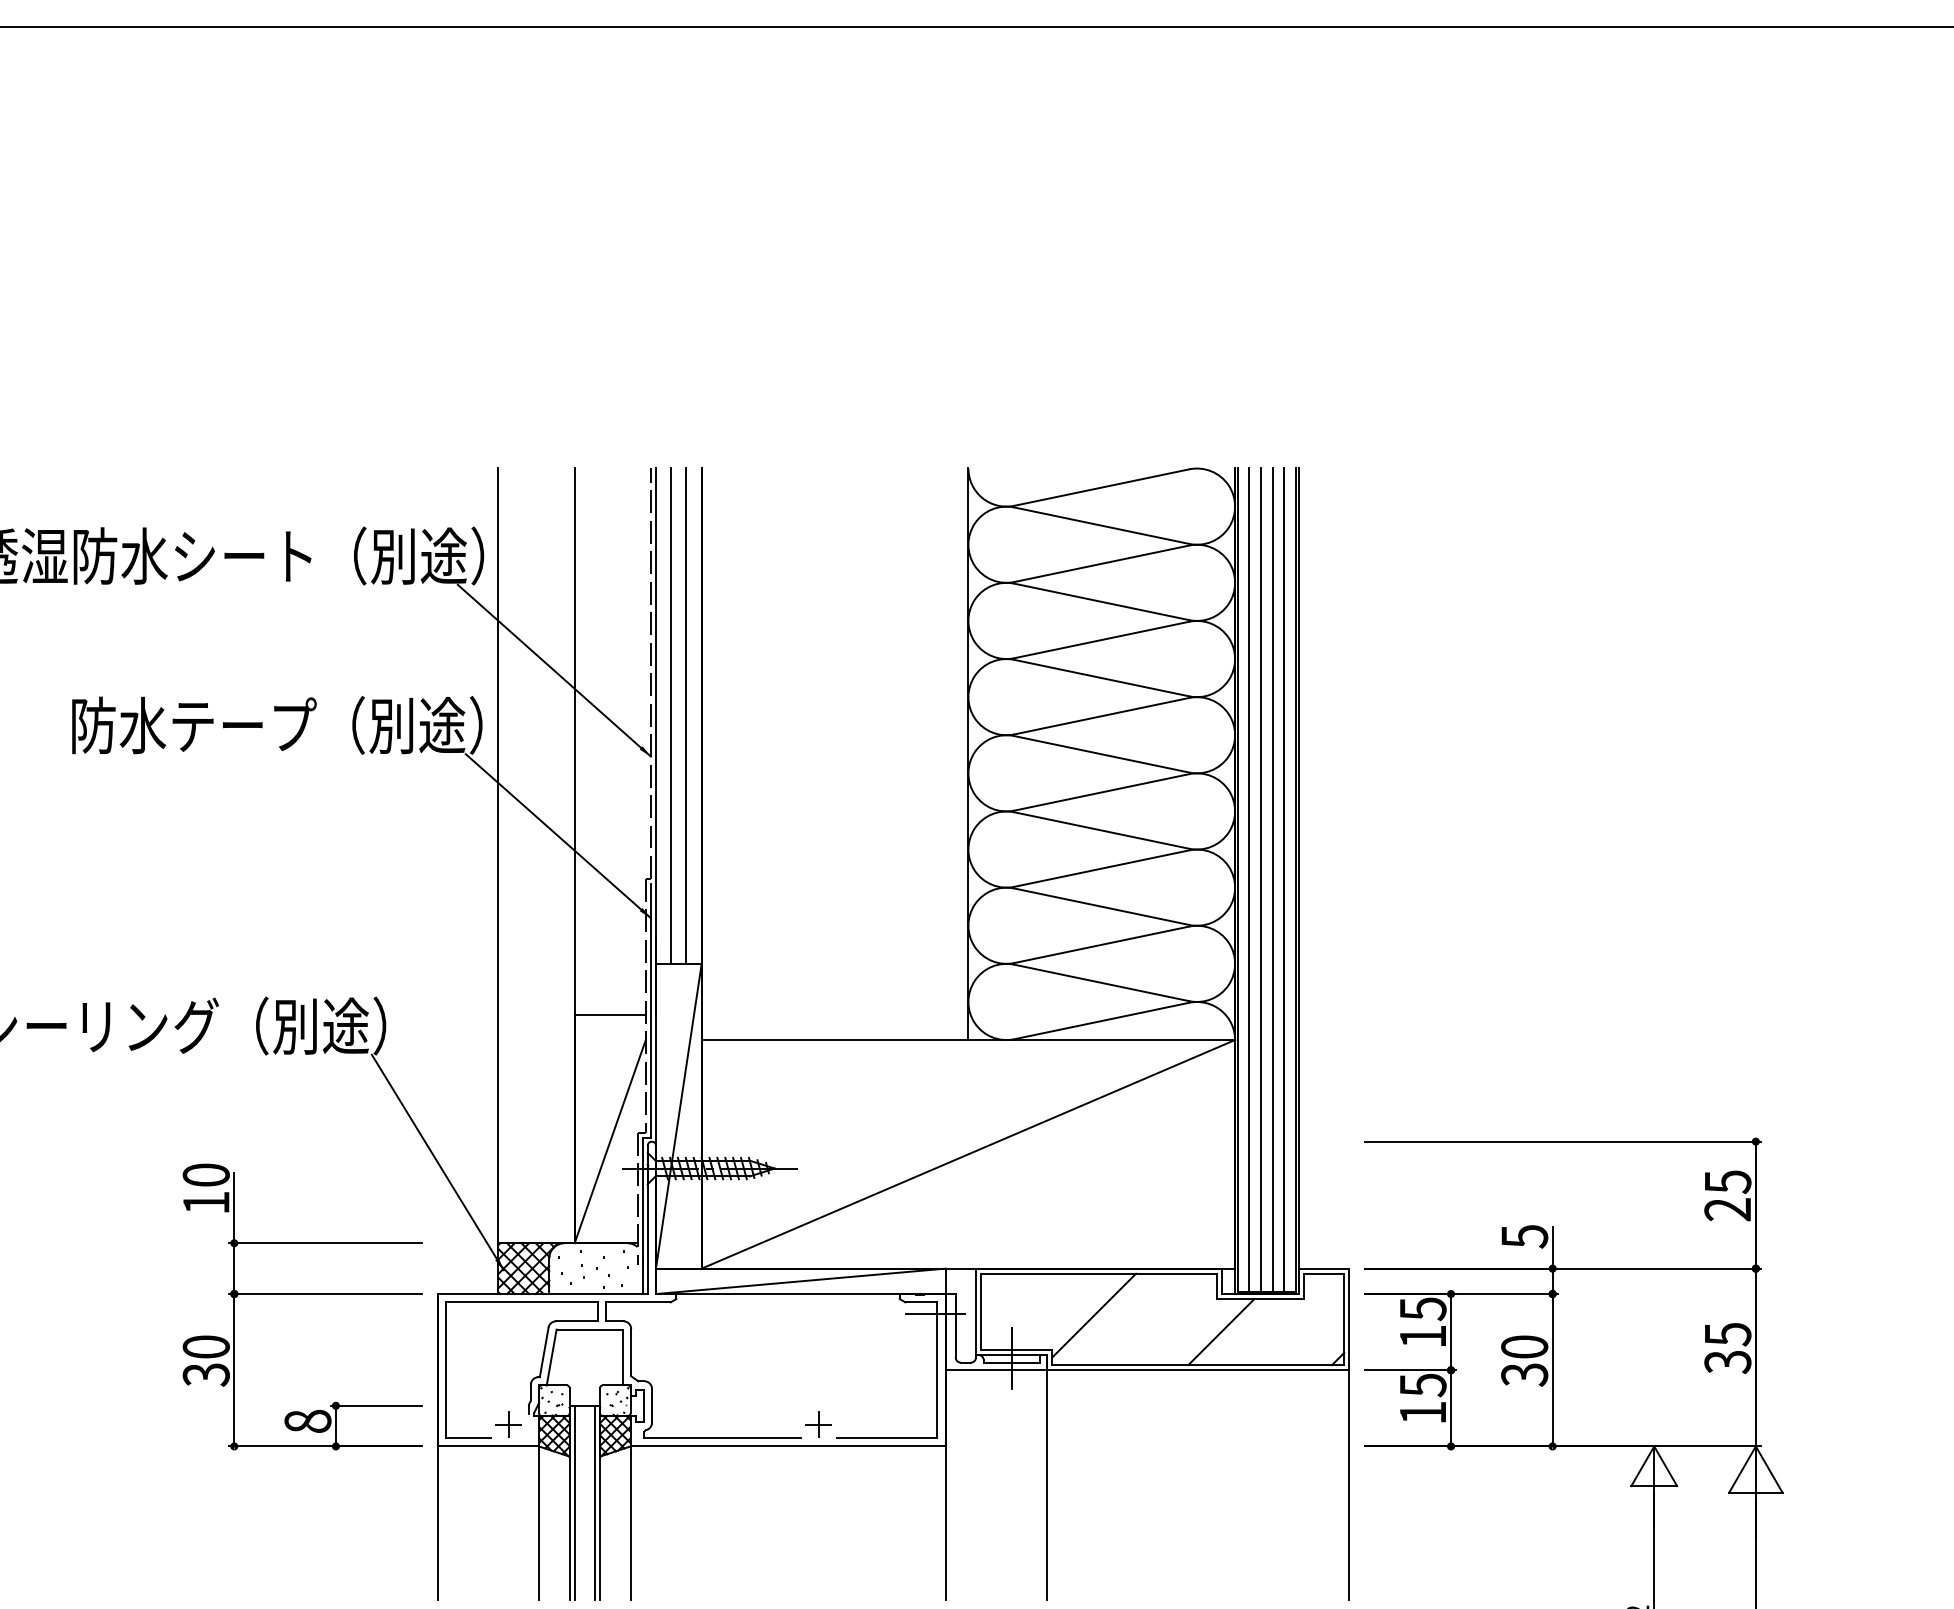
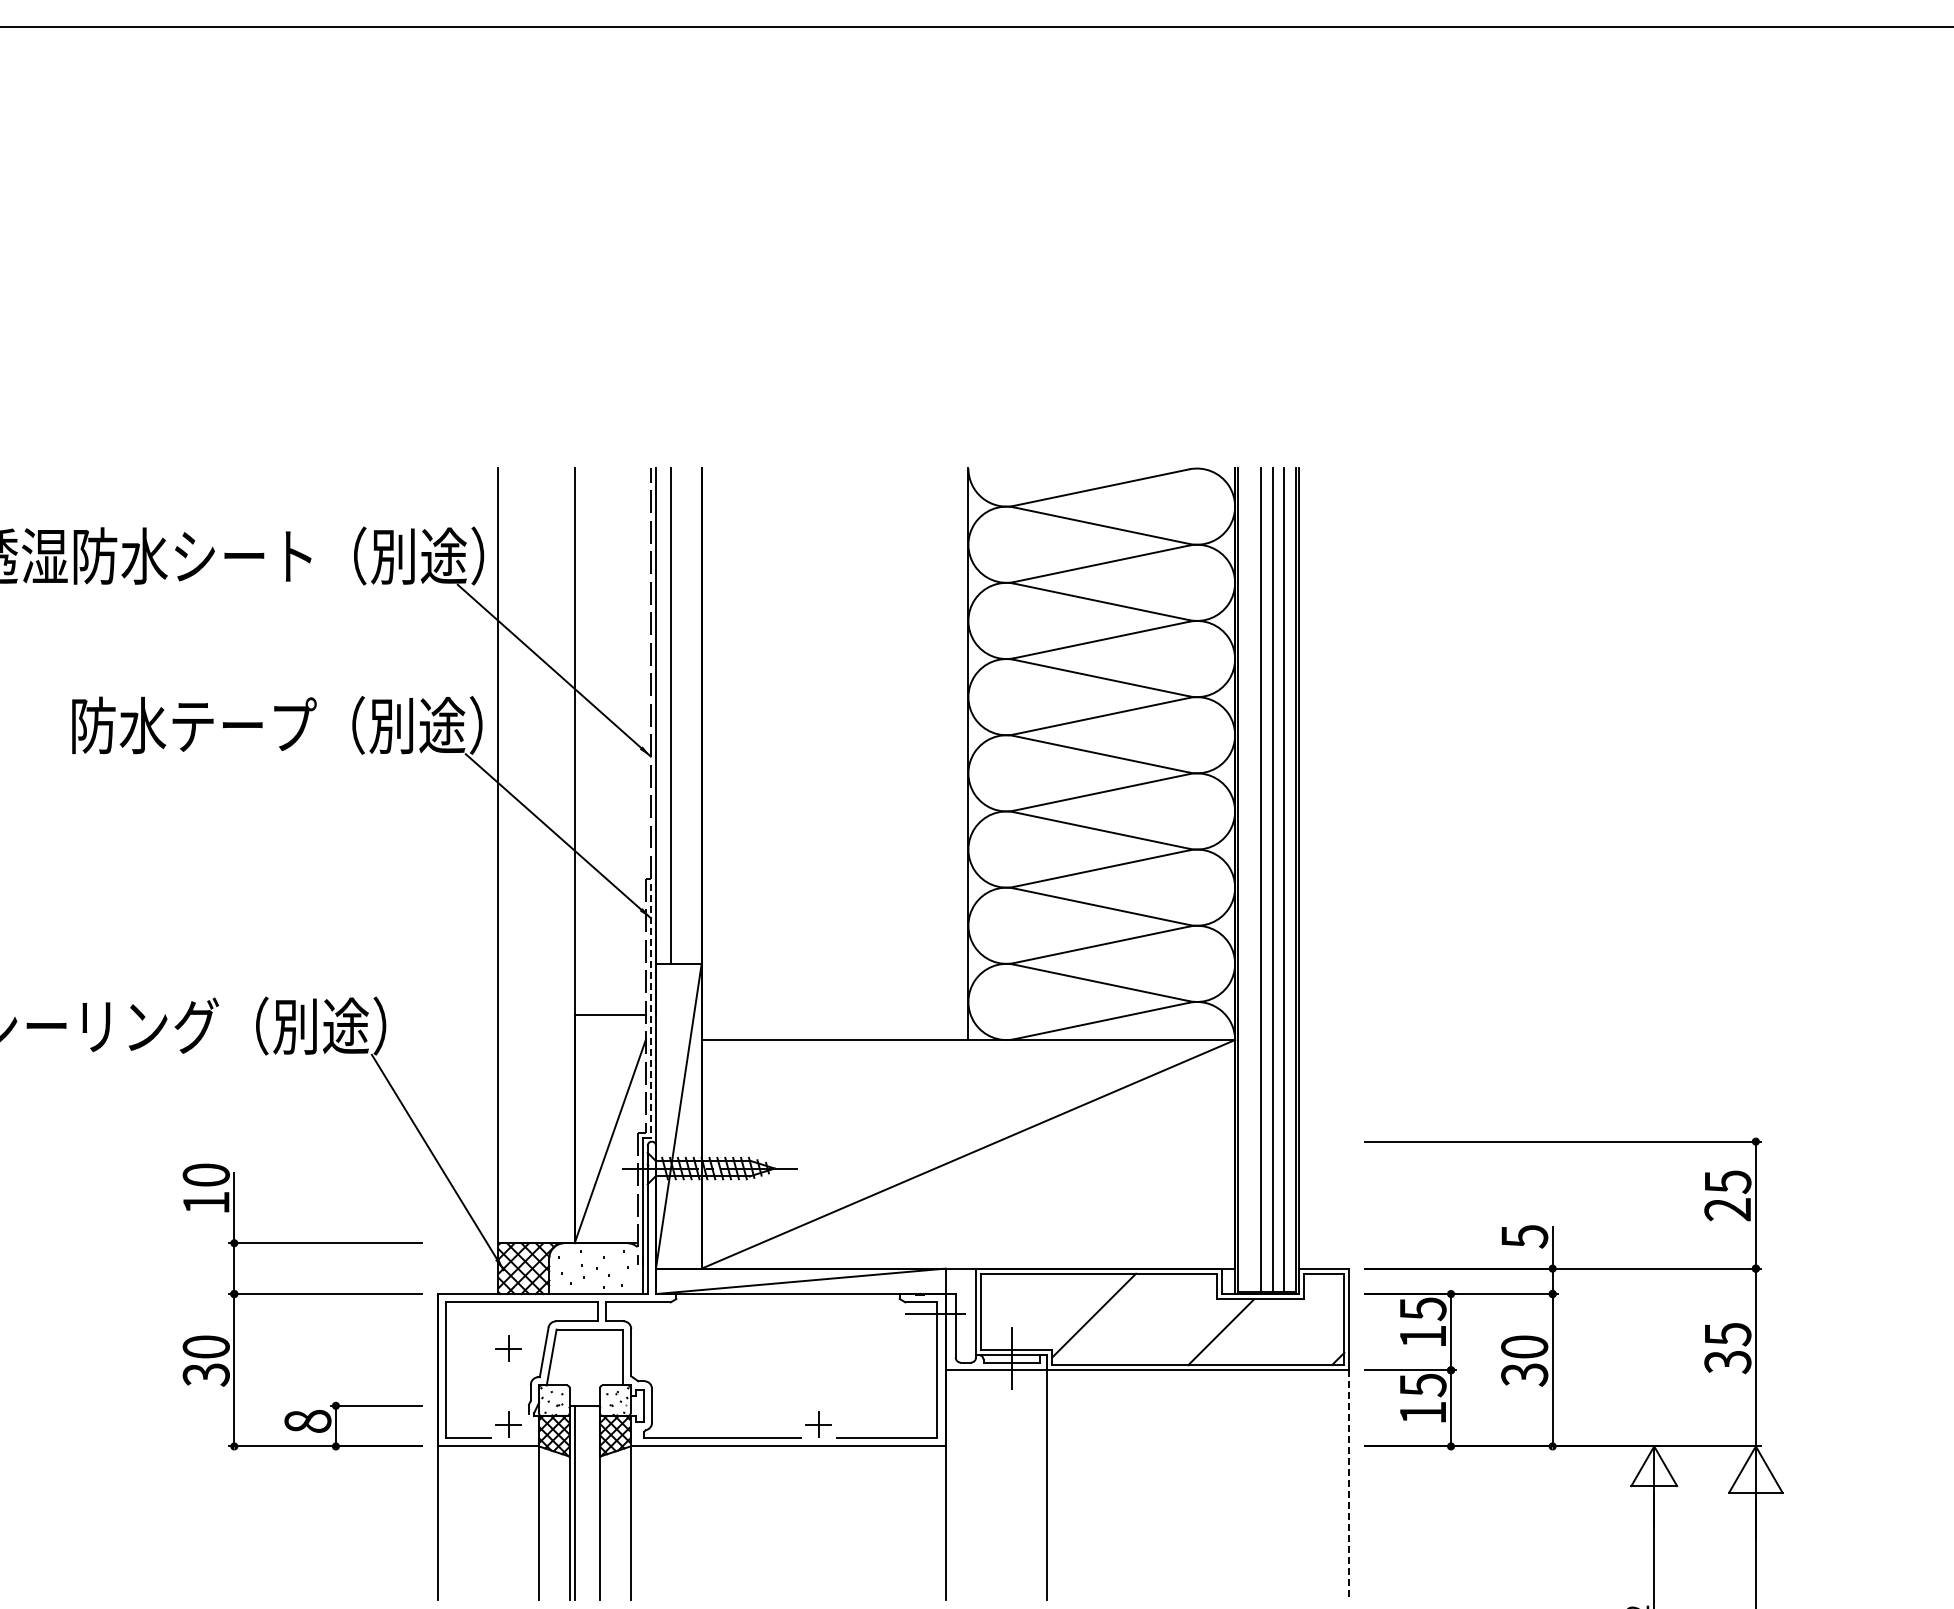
line at (686, 715): present -> none
line at (1249, 879): present -> none
line at (650, 1011): solid -> dashed
part at (508, 1348): none -> present
line at (1349, 1485): solid -> dashed
line at (595, 1502): present -> none
